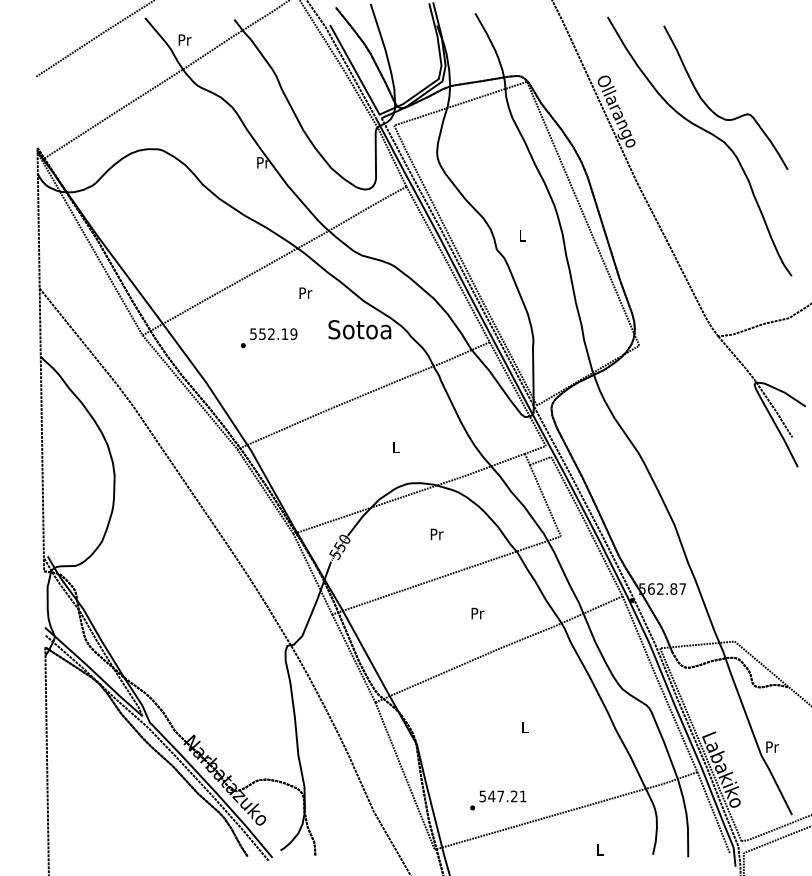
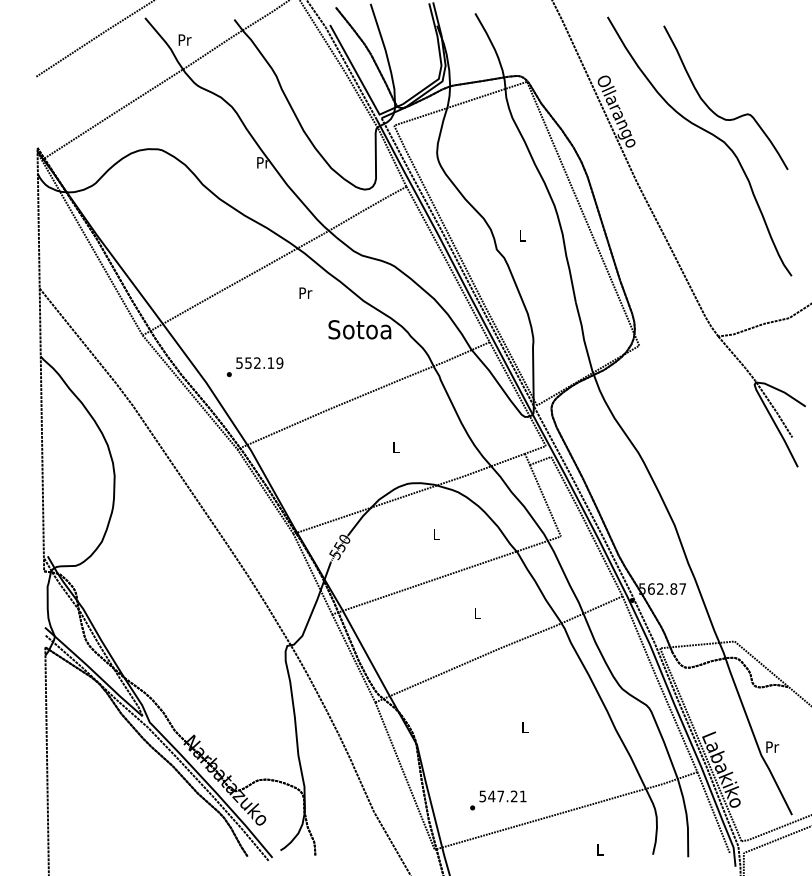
text at (268, 338) position: (268, 338) -> (254, 367)
text at (436, 534): Pr -> L
text at (477, 613): Pr -> L
